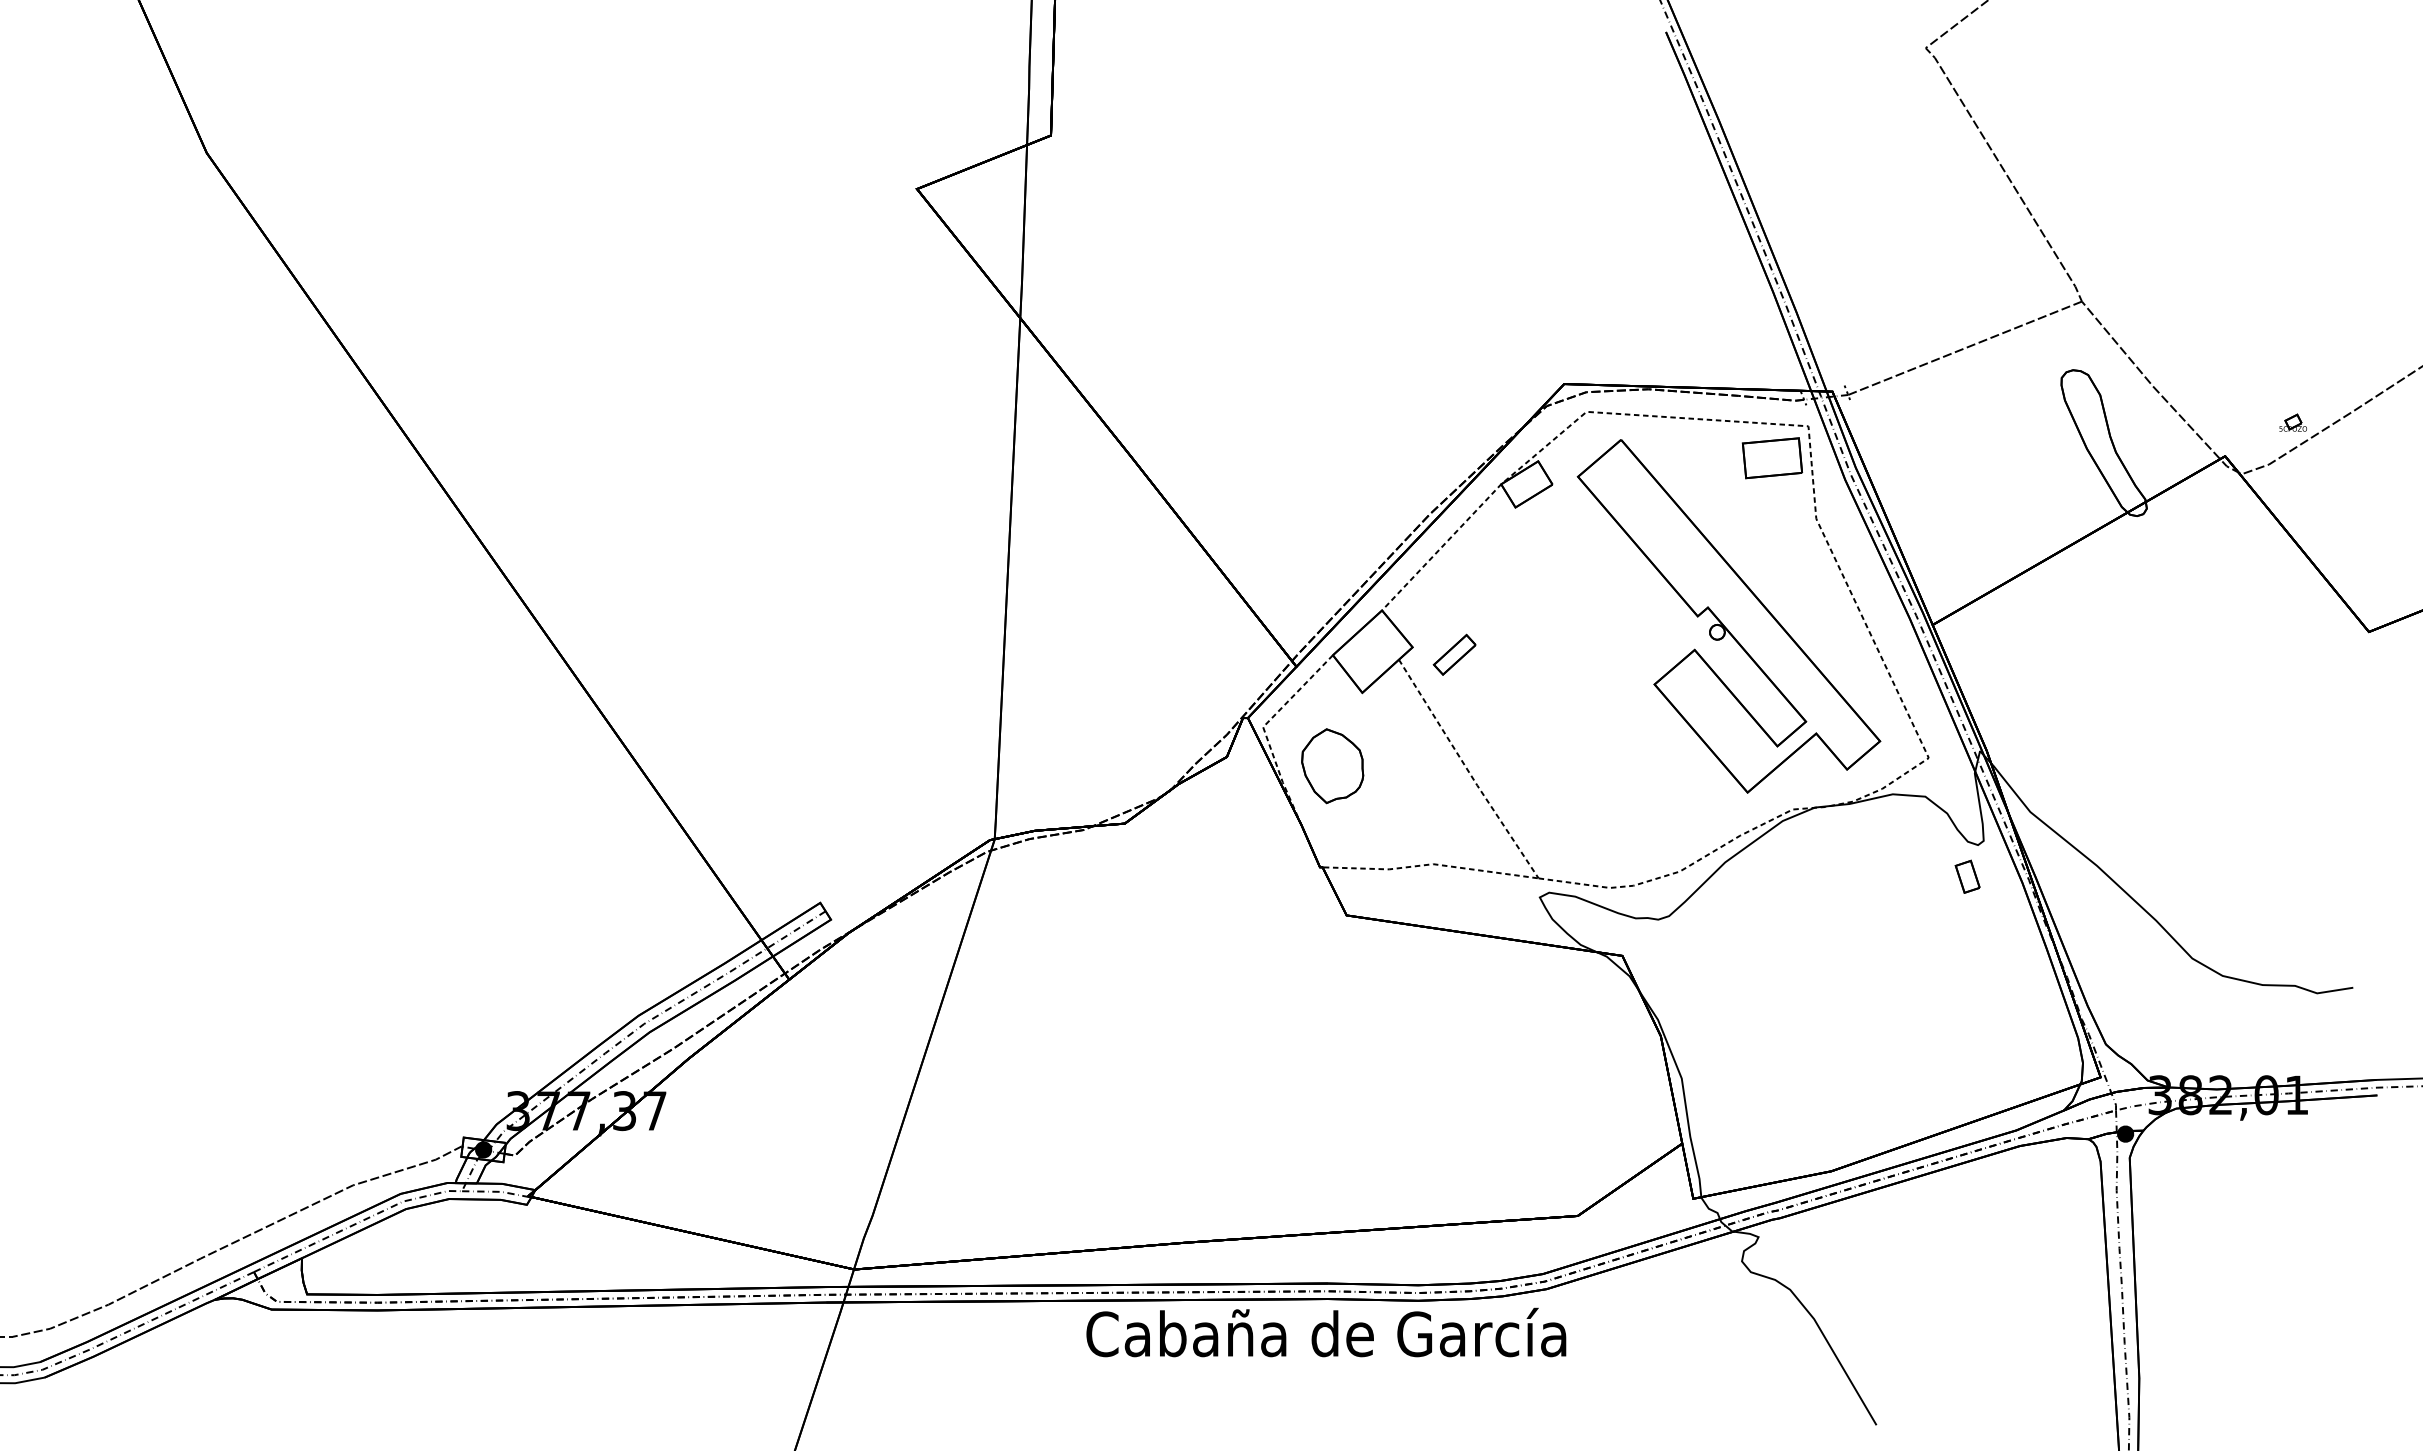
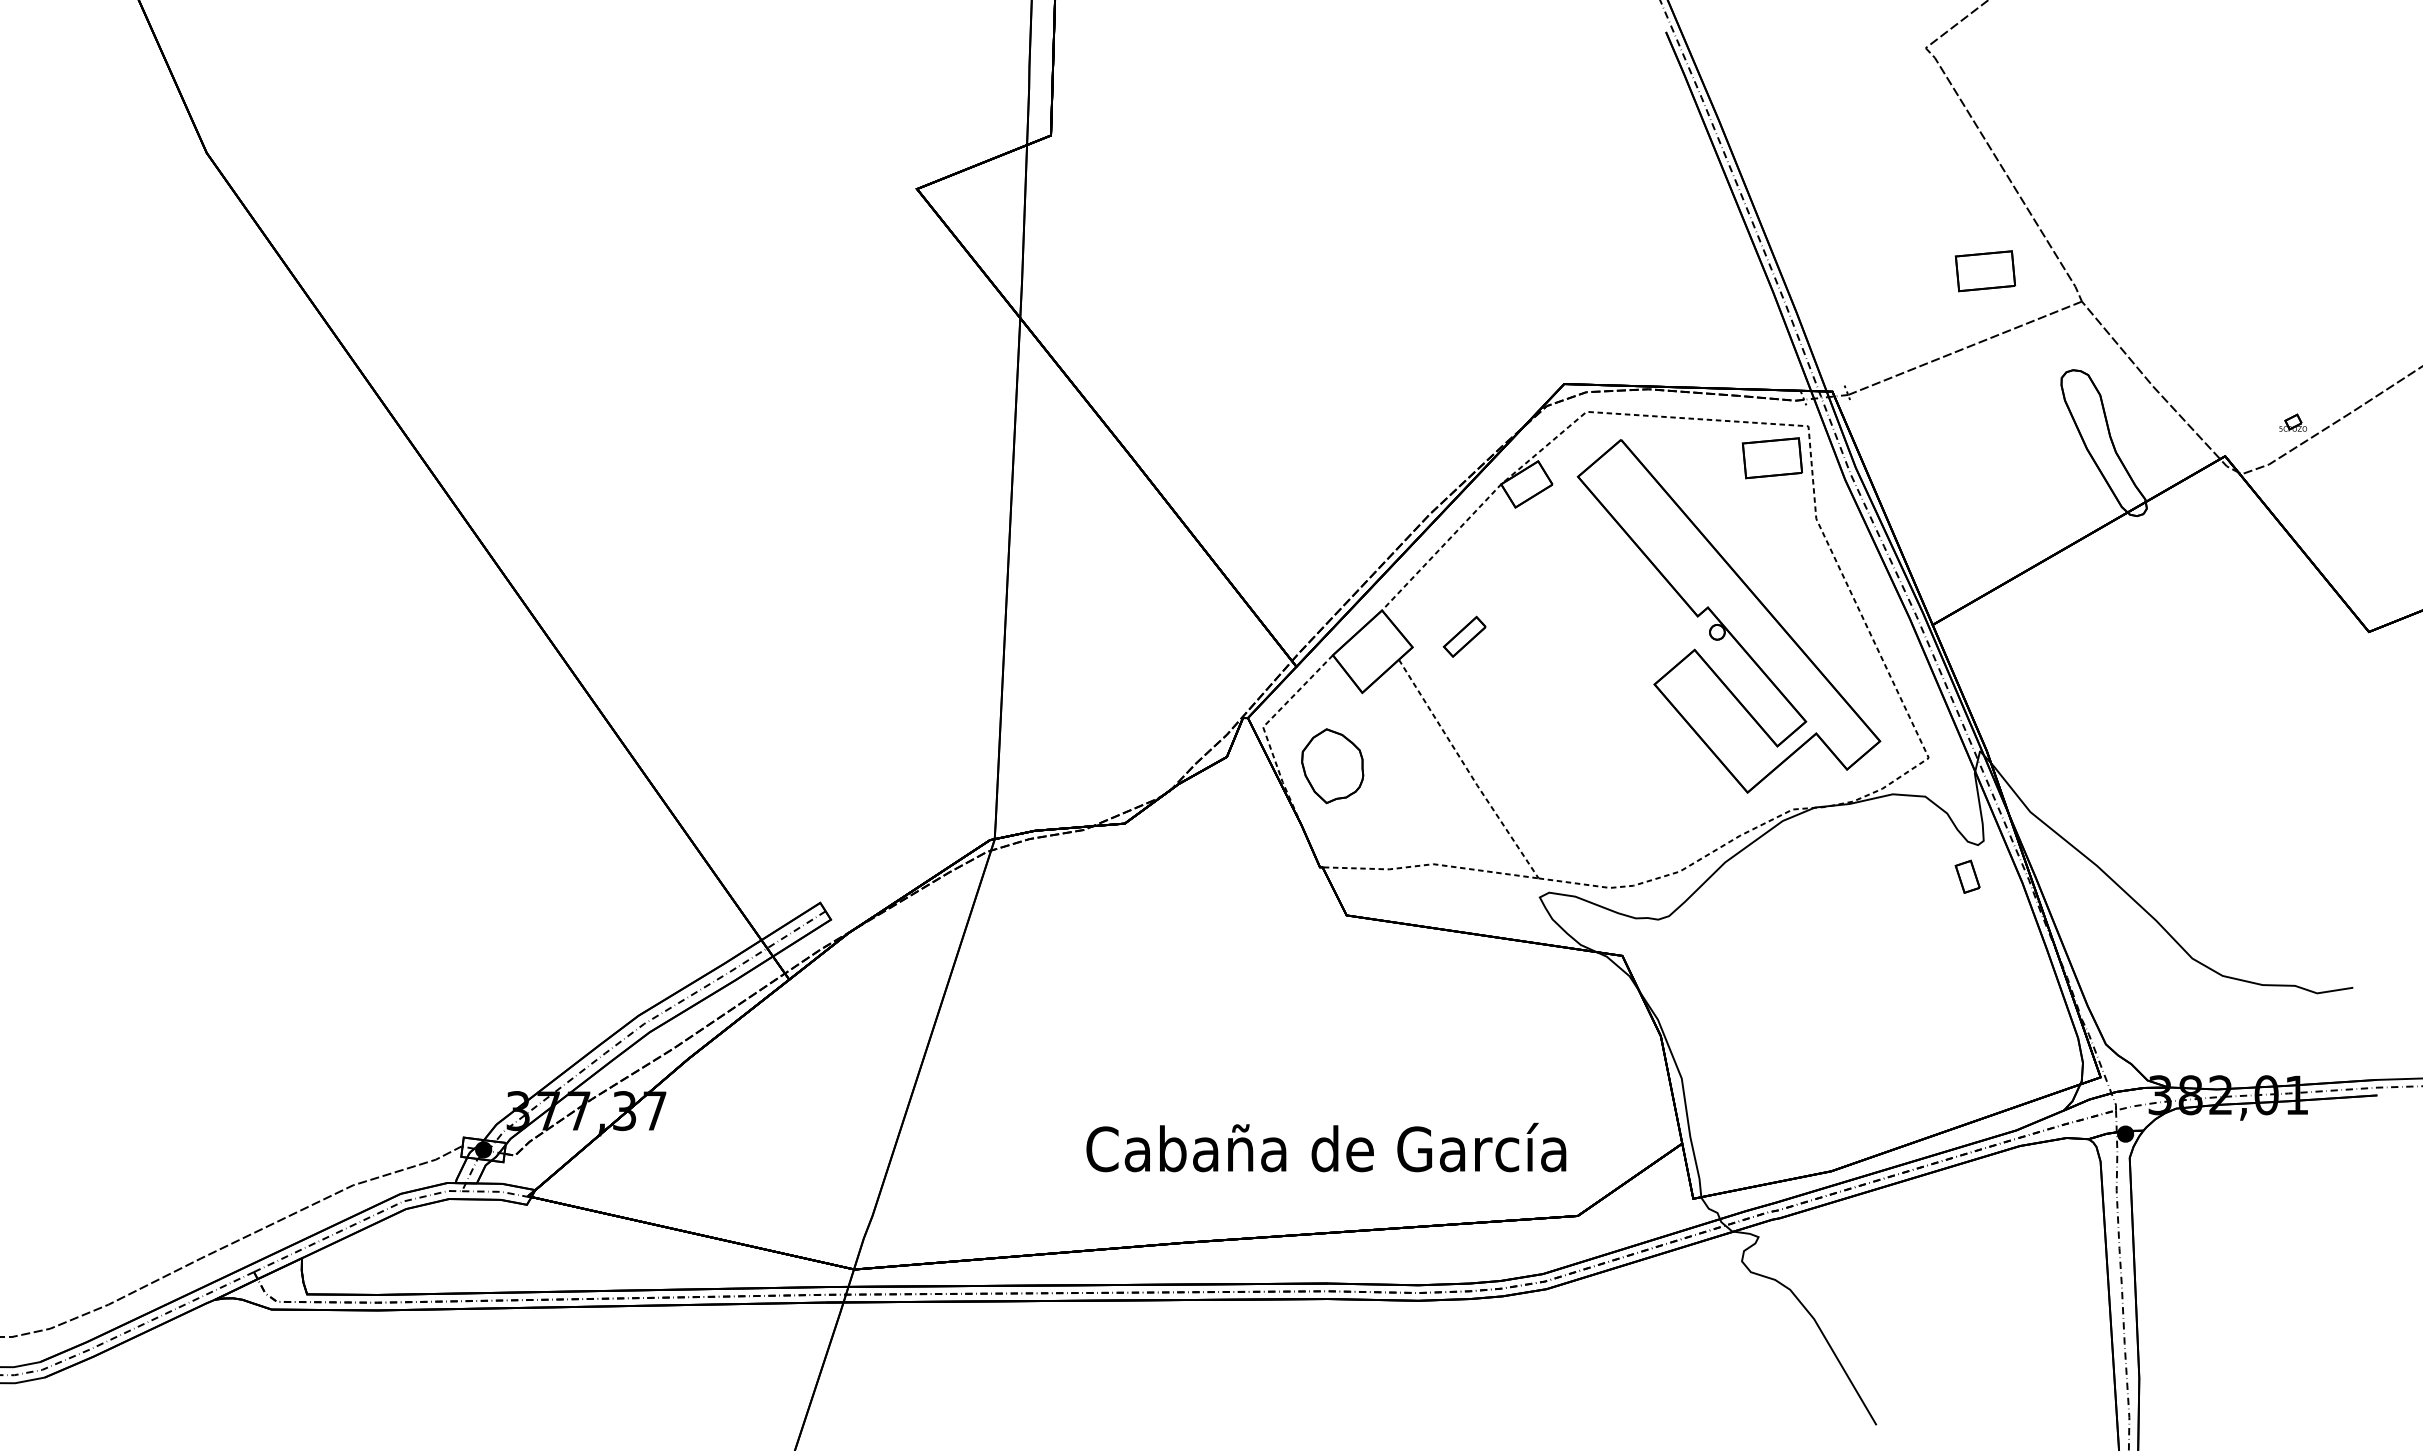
part at (1984, 271): none -> present
part at (1454, 654) position: (1454, 654) -> (1464, 636)
text at (1326, 1332) position: (1326, 1332) -> (1326, 1147)
